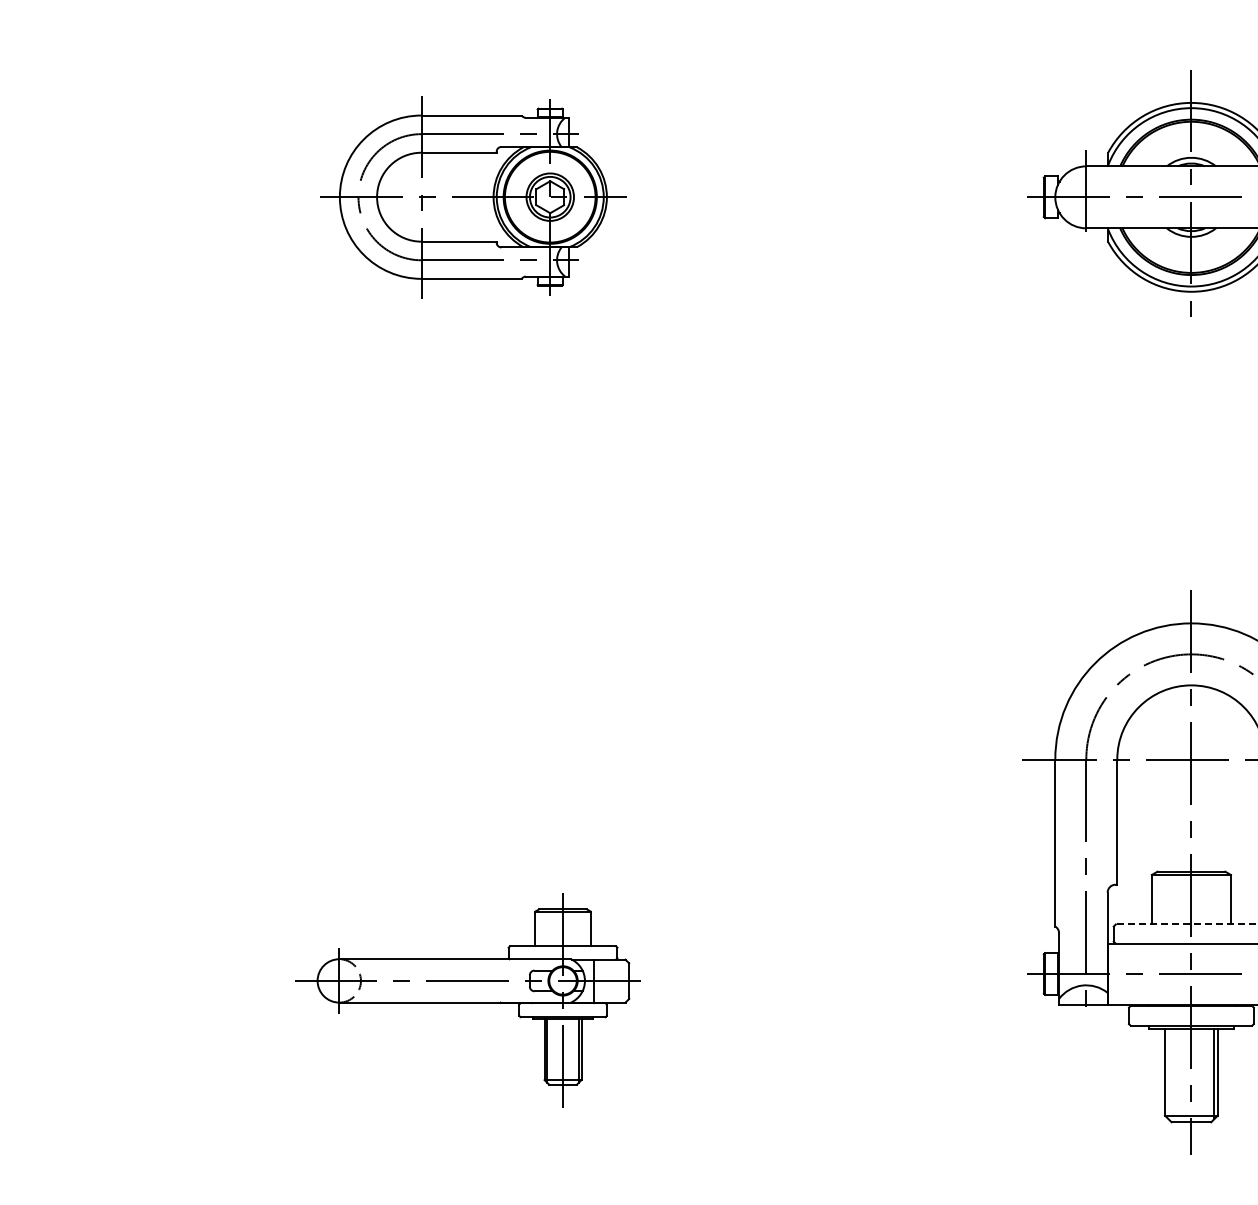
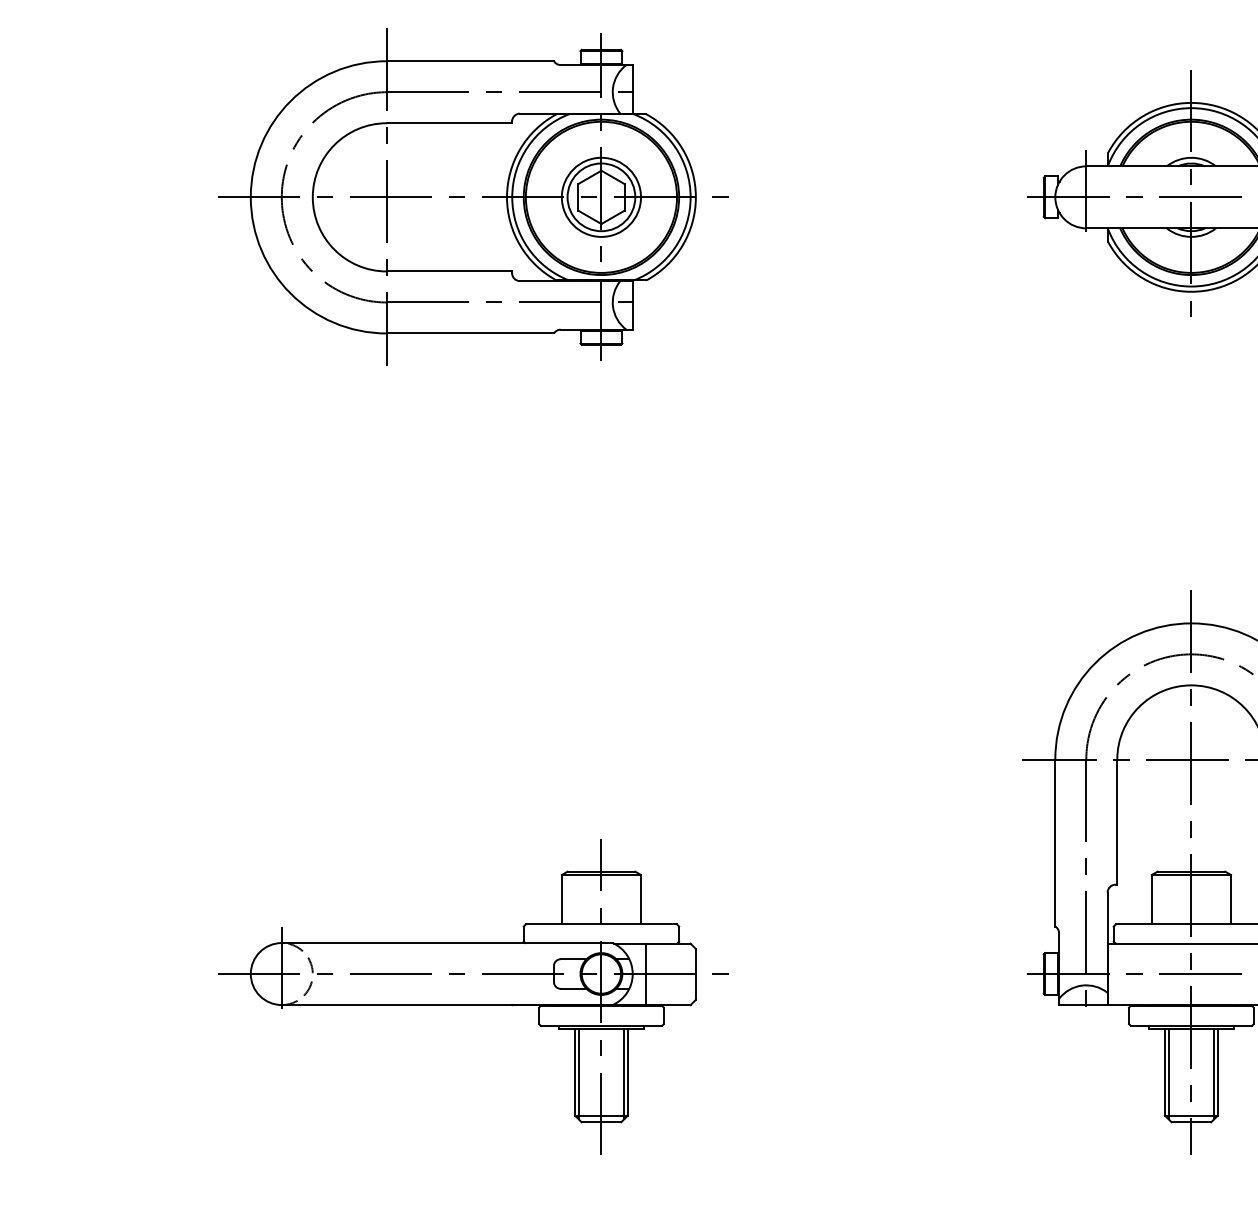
part at (473, 197) size: 307x203 px -> 511x338 px
line at (1186, 924): dashed -> solid
part at (467, 1000) size: 346x215 px -> 511x316 px
line at (1168, 1073): none -> present
